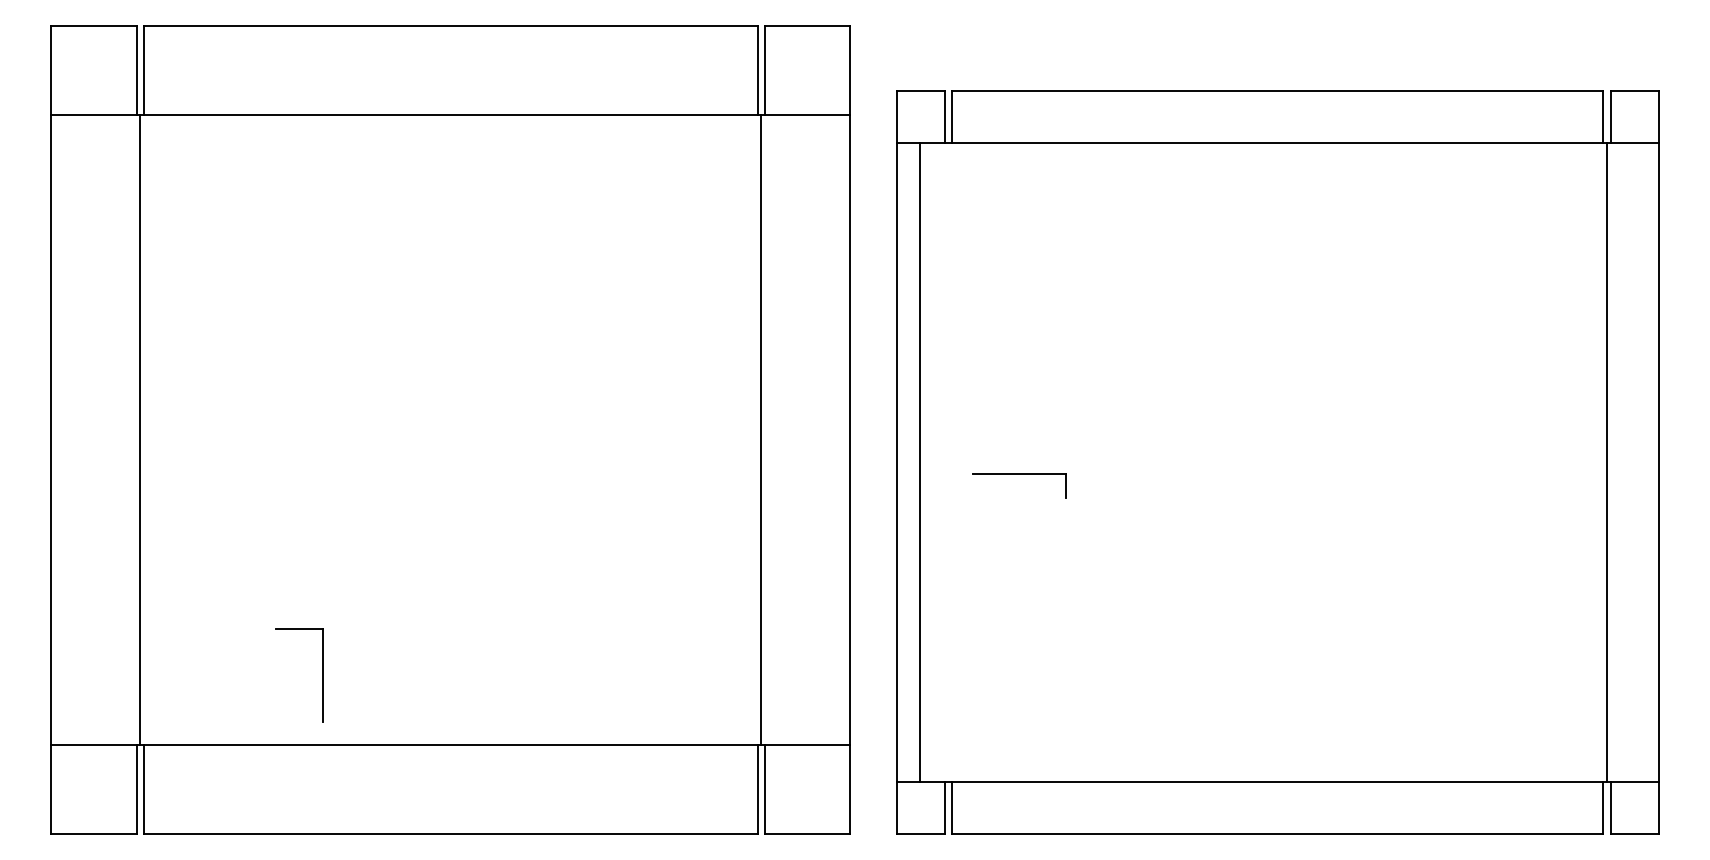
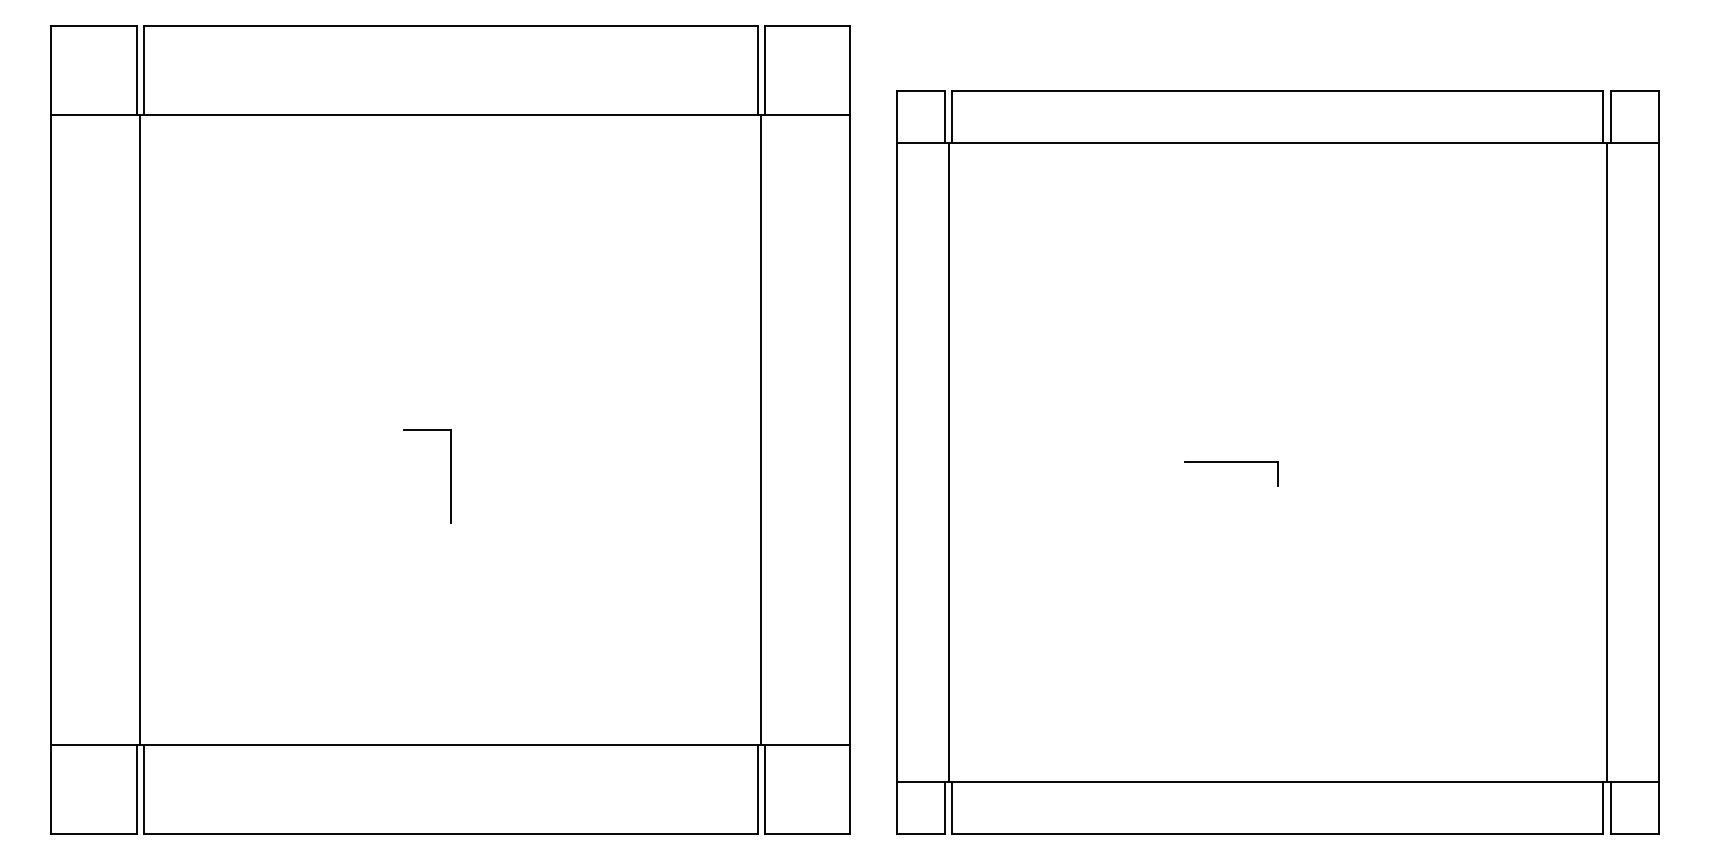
line at (919, 462) position: (919, 462) -> (948, 462)
part at (1019, 474) position: (1019, 474) -> (1231, 462)
part at (322, 675) position: (322, 675) -> (450, 476)
